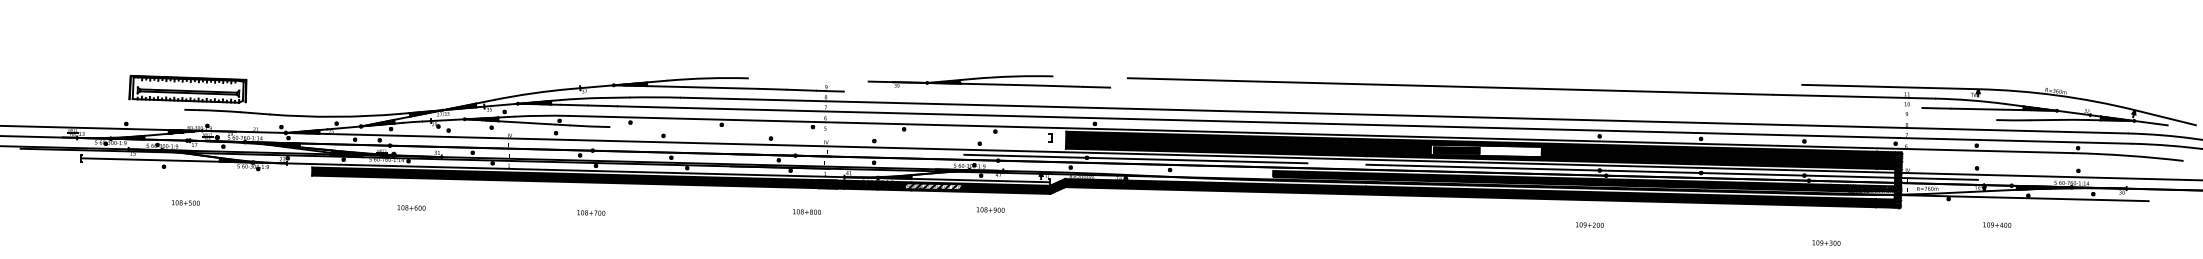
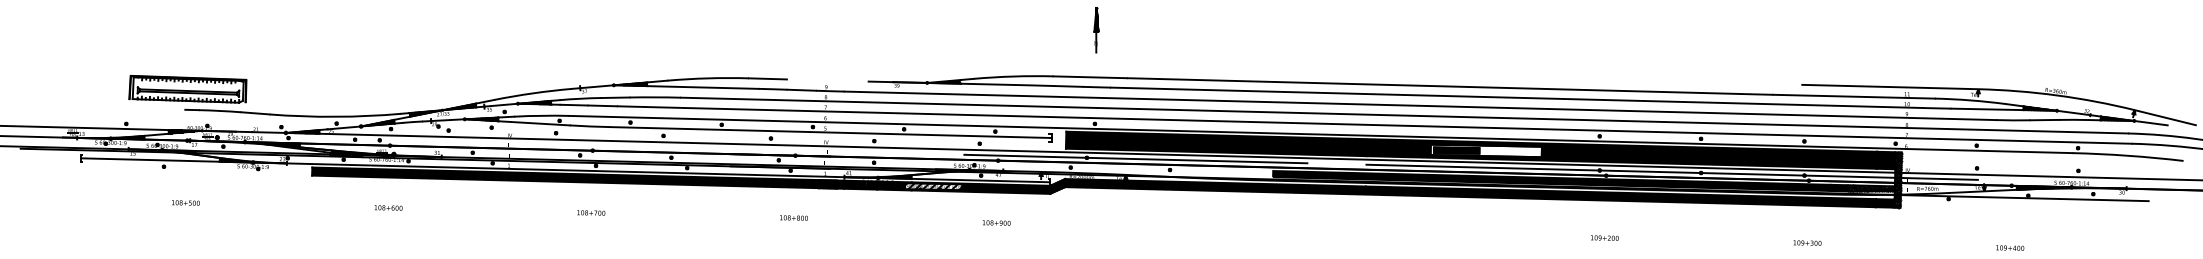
part at (1096, 30): none -> present
line at (1089, 77): none -> present
line at (767, 78): none -> present
line at (1516, 97): none -> present
line at (1420, 105): none -> present
line at (830, 132): none -> present
text at (411, 207) position: (411, 207) -> (388, 207)
text at (990, 209) position: (990, 209) -> (996, 222)
text at (806, 211) position: (806, 211) -> (793, 217)
text at (1589, 224) position: (1589, 224) -> (1604, 237)
text at (1997, 224) position: (1997, 224) -> (2010, 247)
text at (1826, 242) position: (1826, 242) -> (1807, 242)
